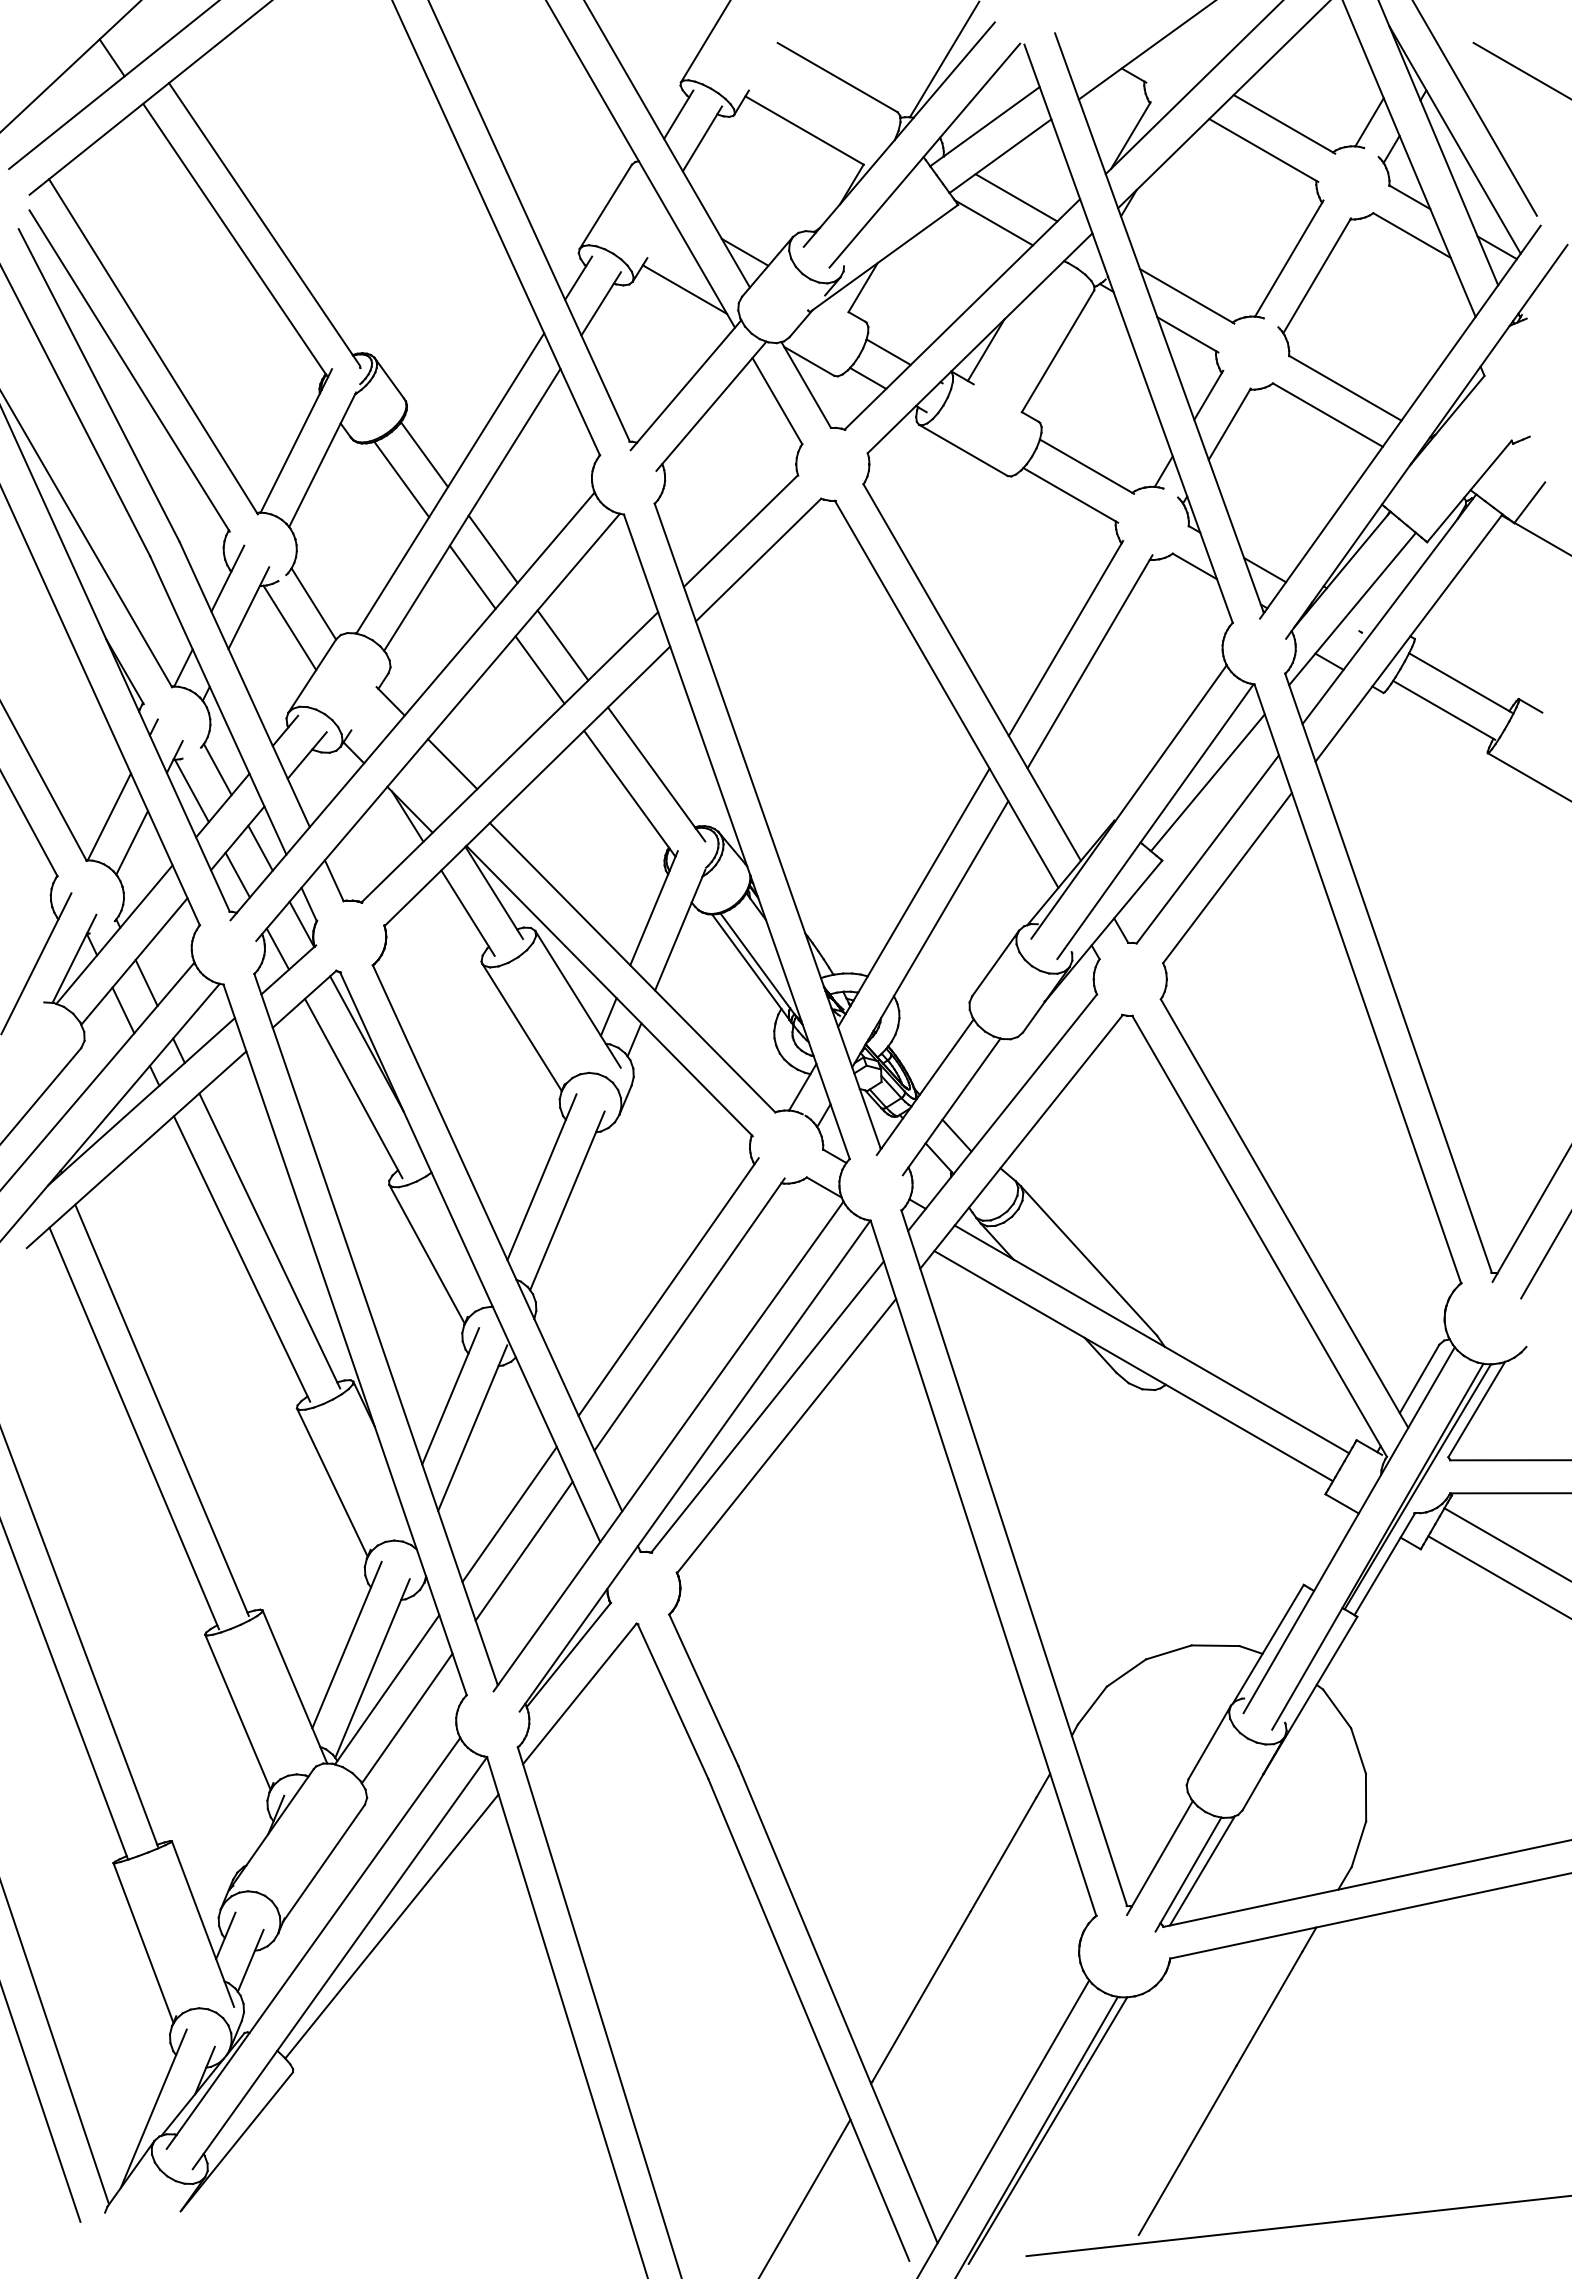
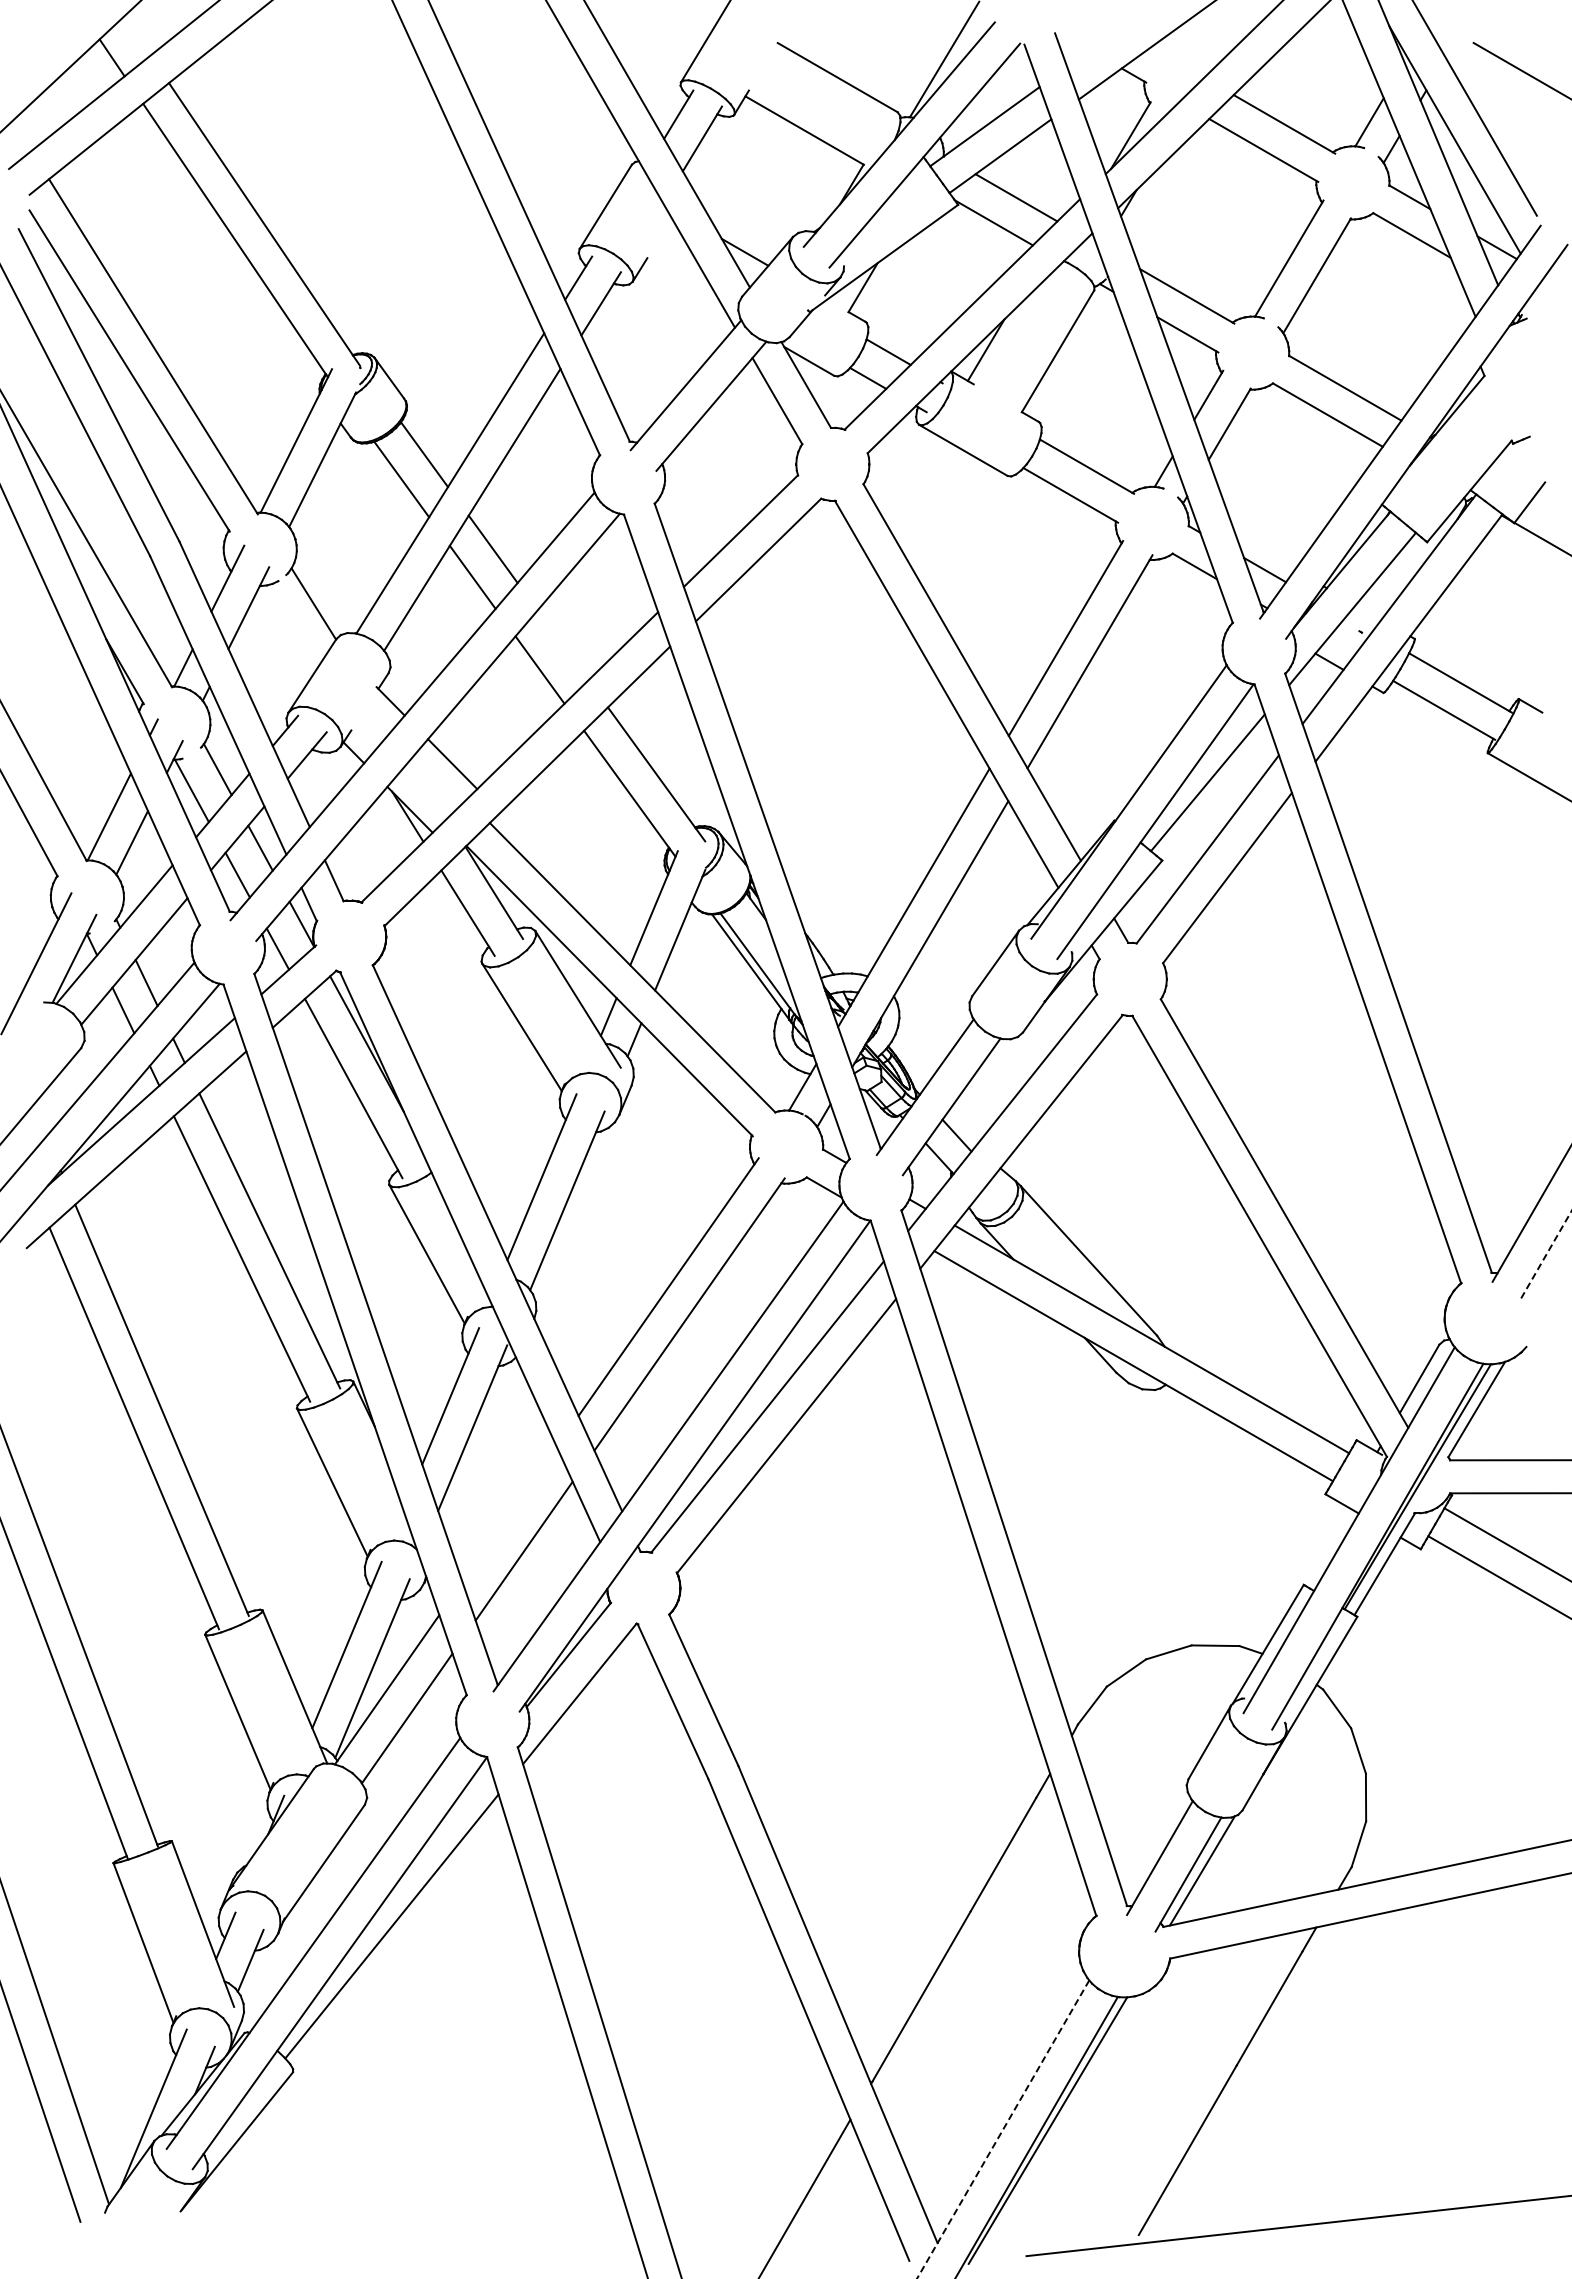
line at (684, 289): present -> none
line at (289, 627): present -> none
line at (562, 645): present -> none
line at (1546, 1254): solid -> dashed
line at (509, 1514): present -> none
line at (1002, 2130): solid -> dashed
